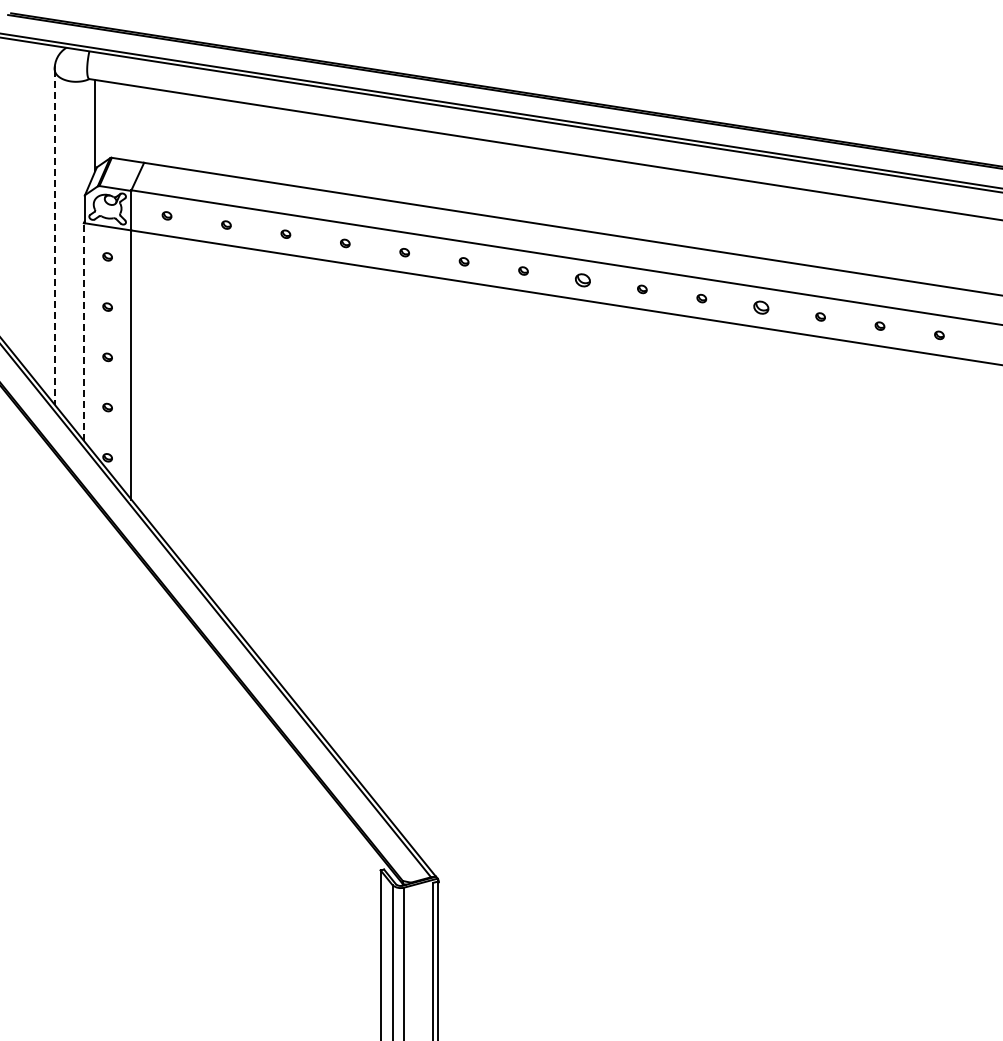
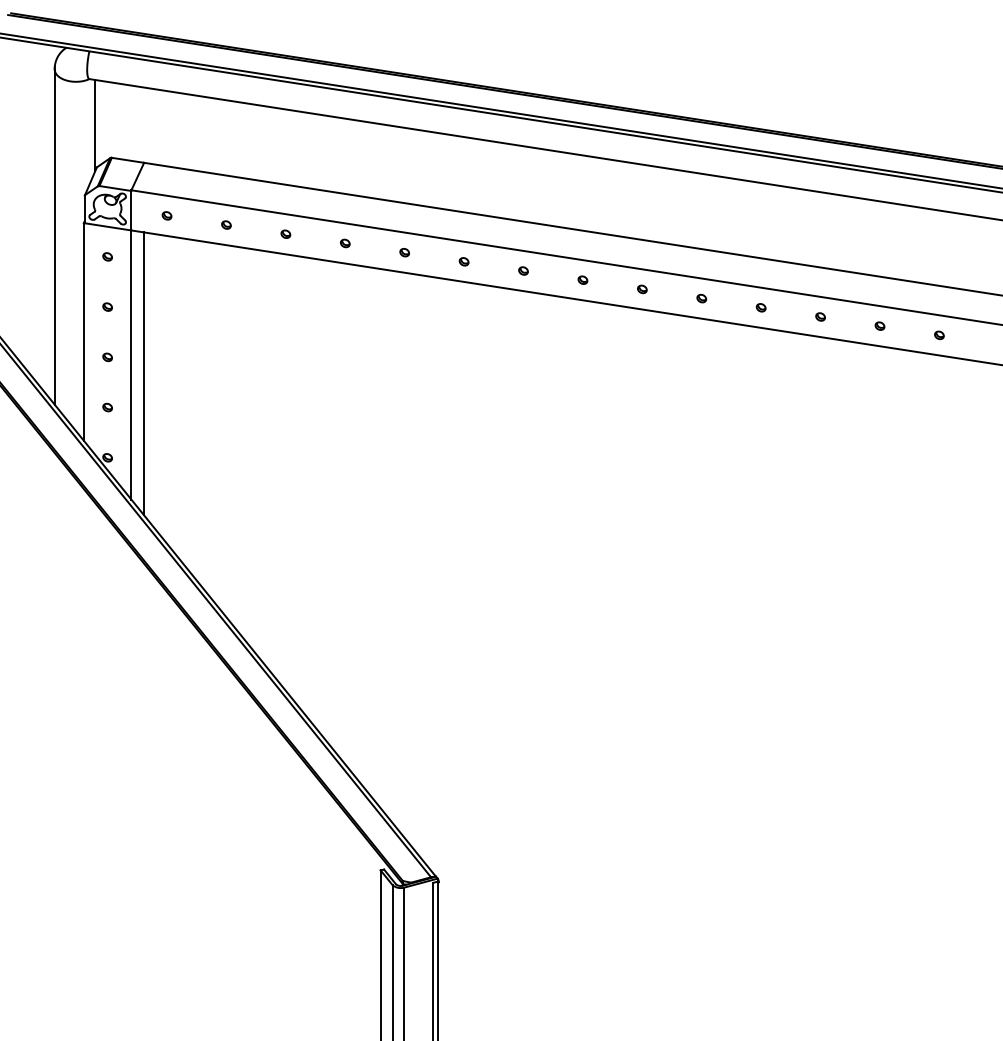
line at (54, 237): dashed -> solid
part at (582, 280) size: 16x15 px -> 12x10 px
part at (761, 307) size: 17x15 px -> 12x10 px
line at (83, 331): dashed -> solid
line at (144, 373): none -> present
